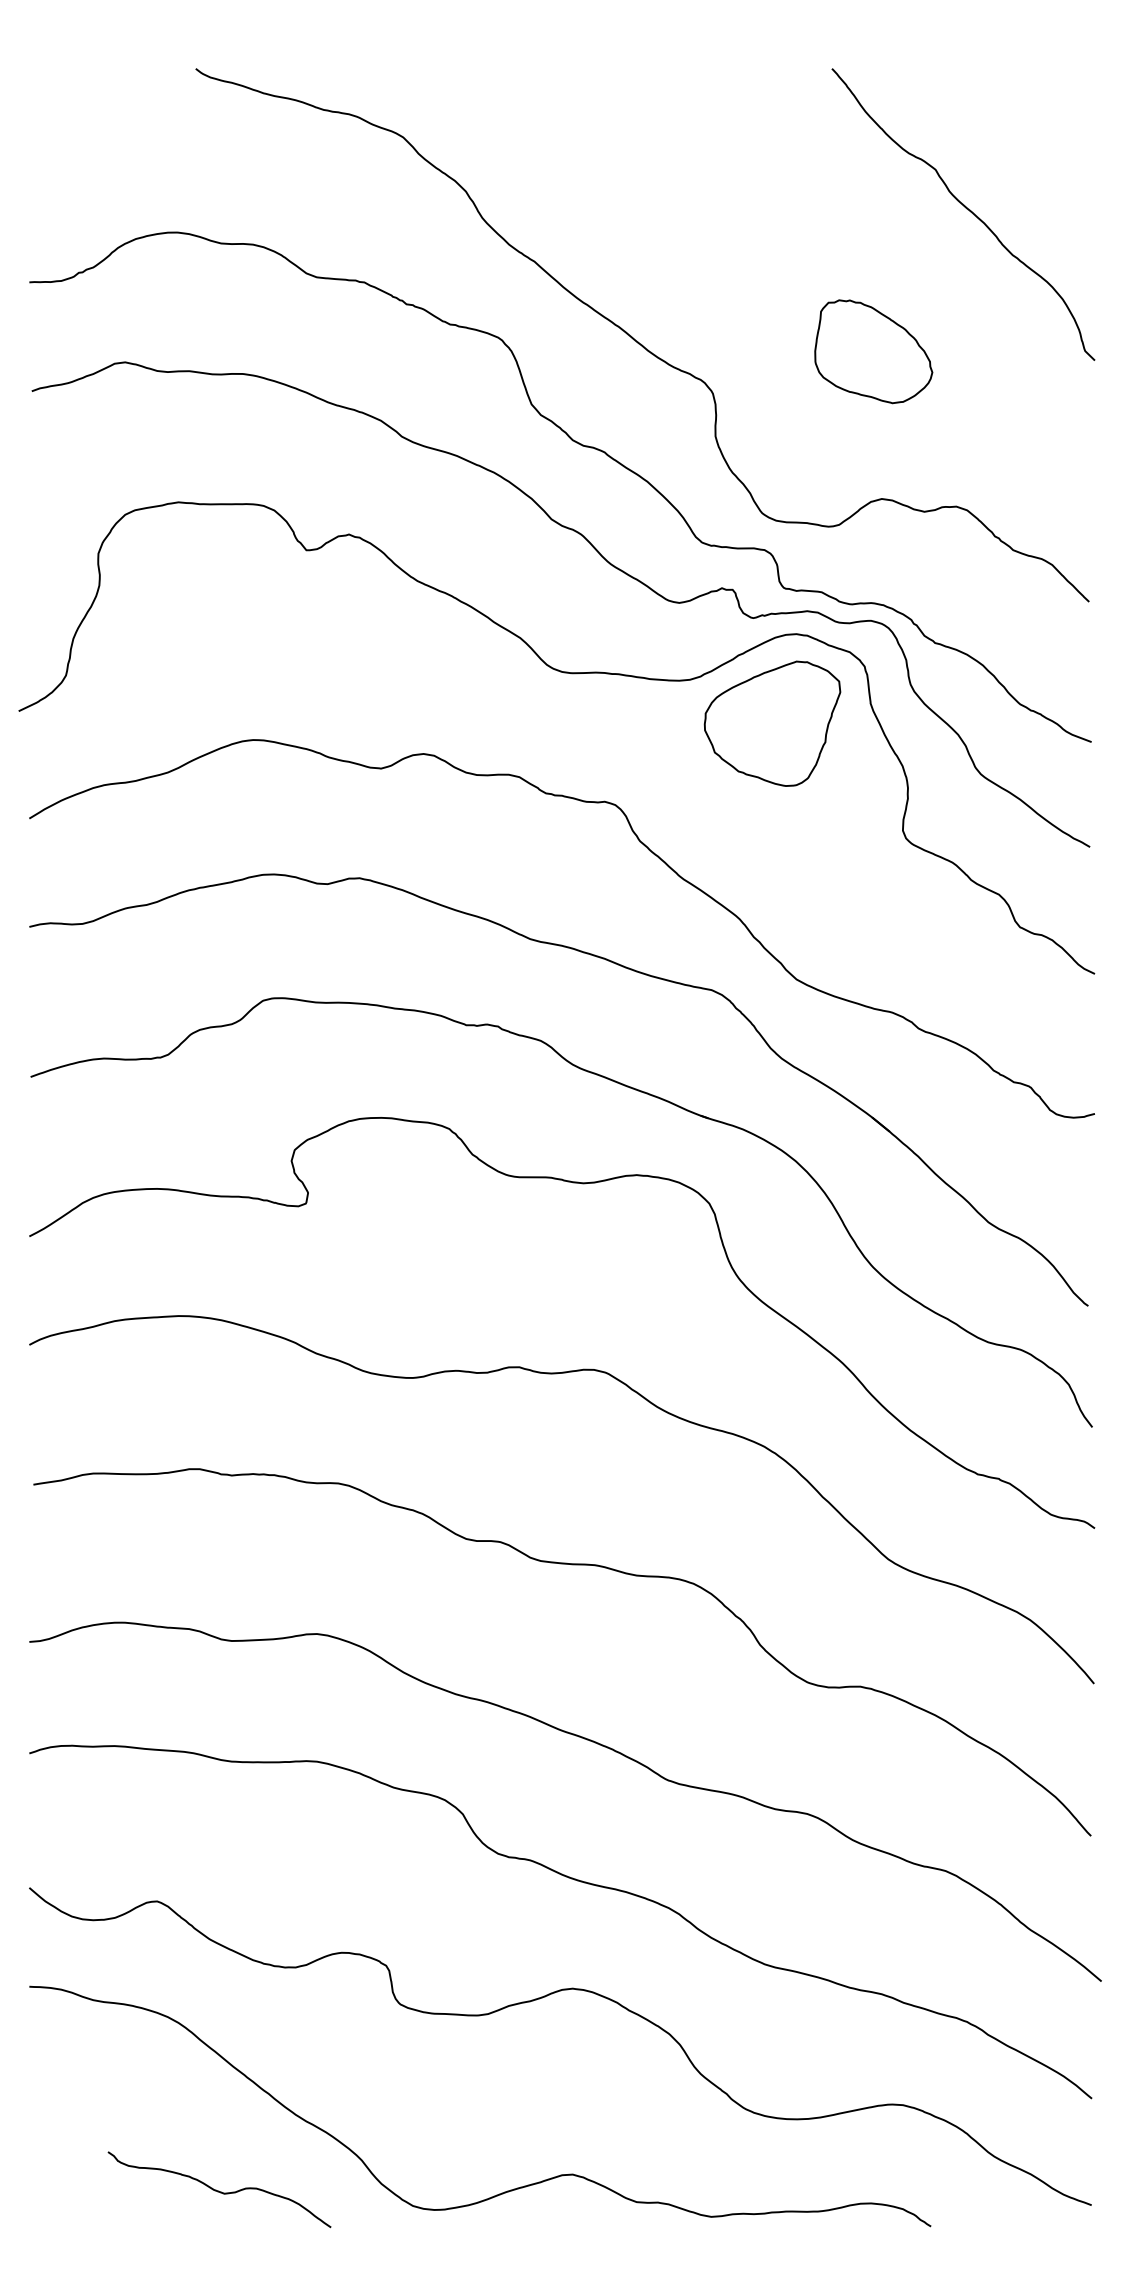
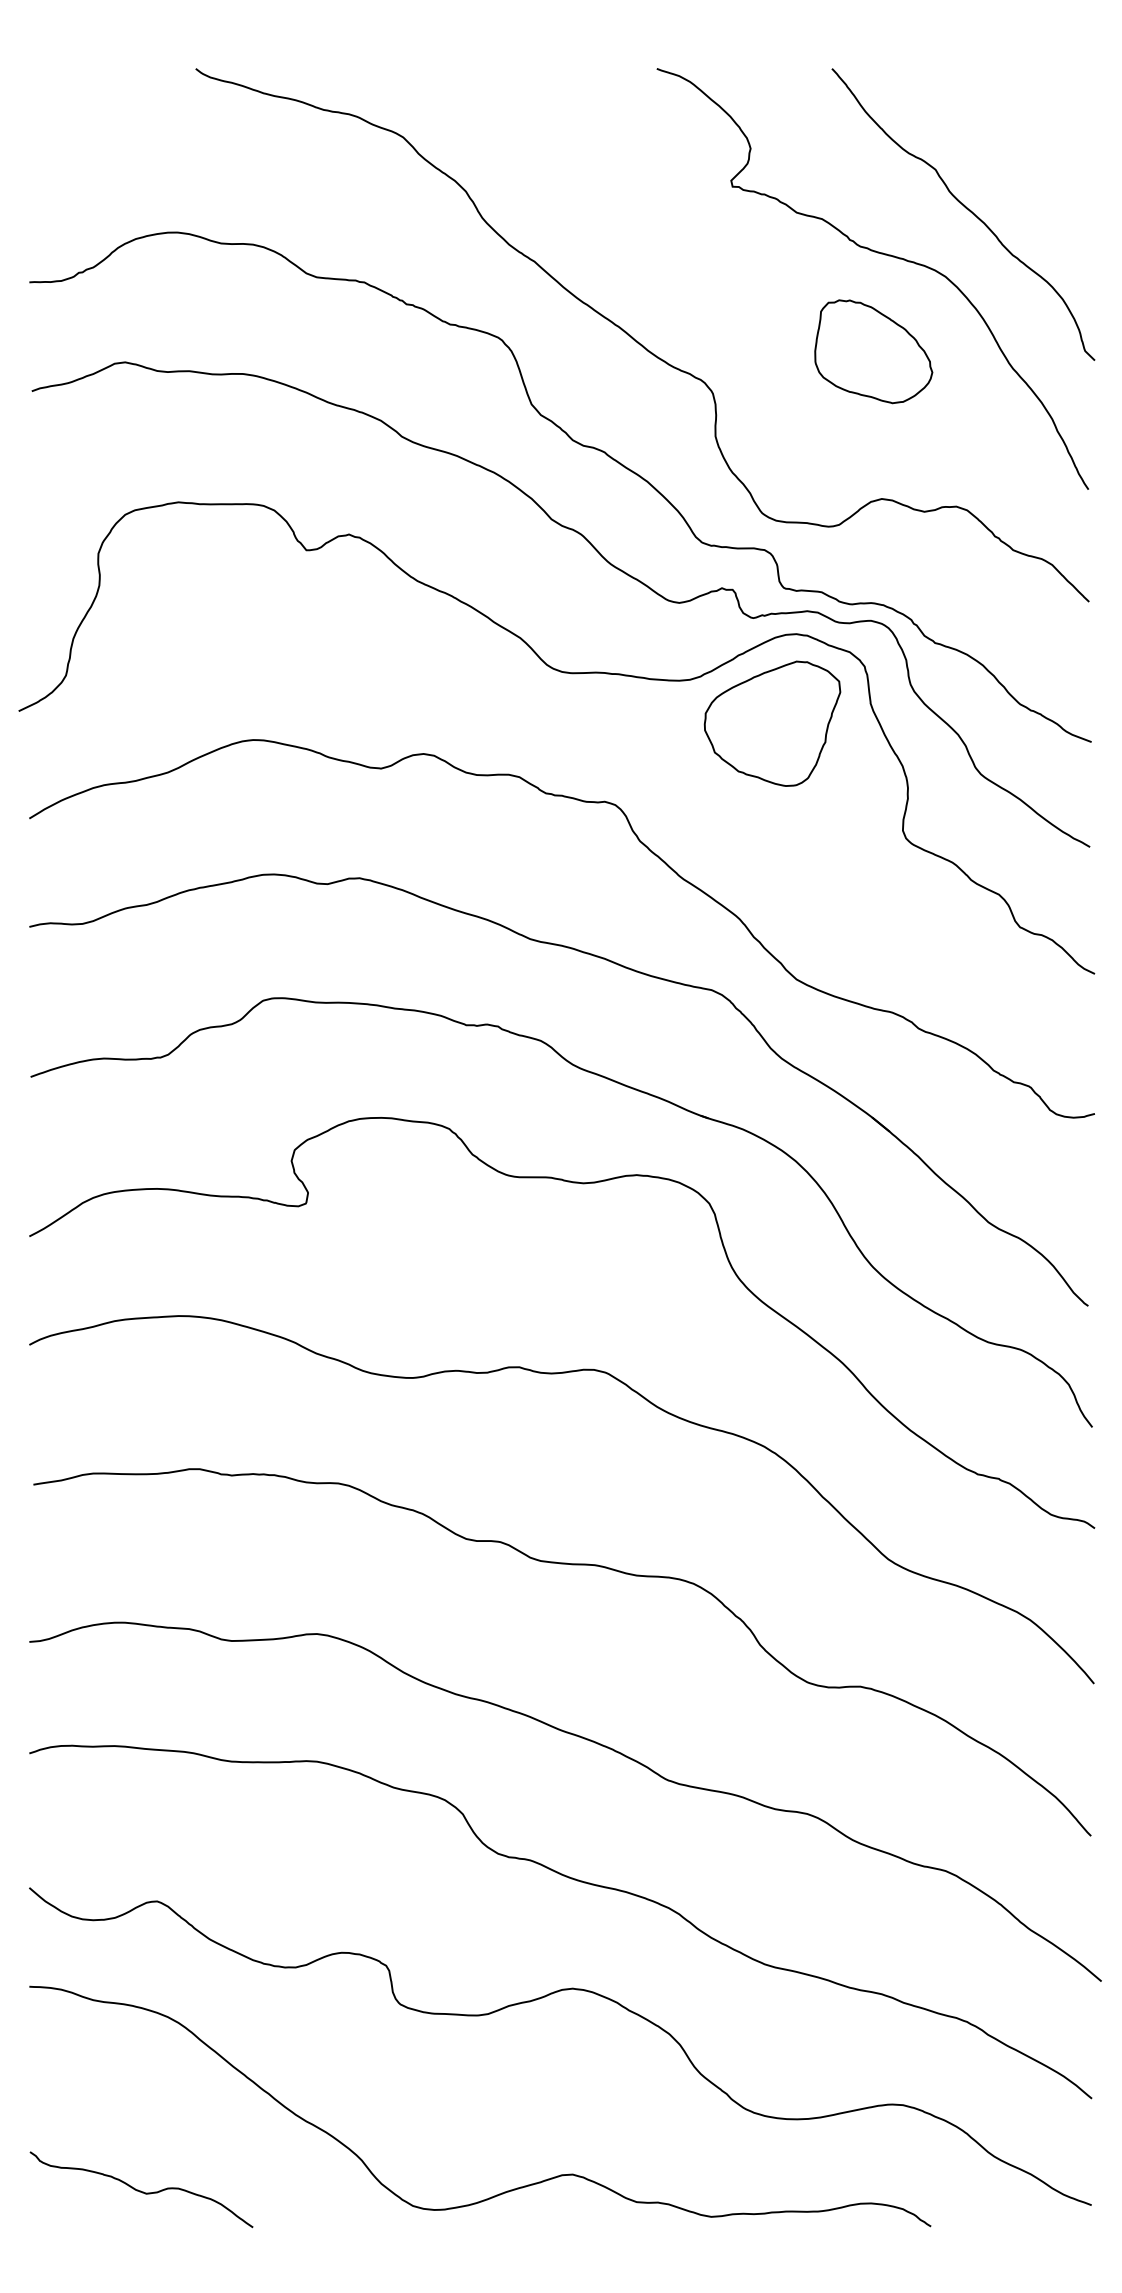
curve at (877, 253): none -> present
curve at (218, 2190) position: (218, 2190) -> (140, 2190)
